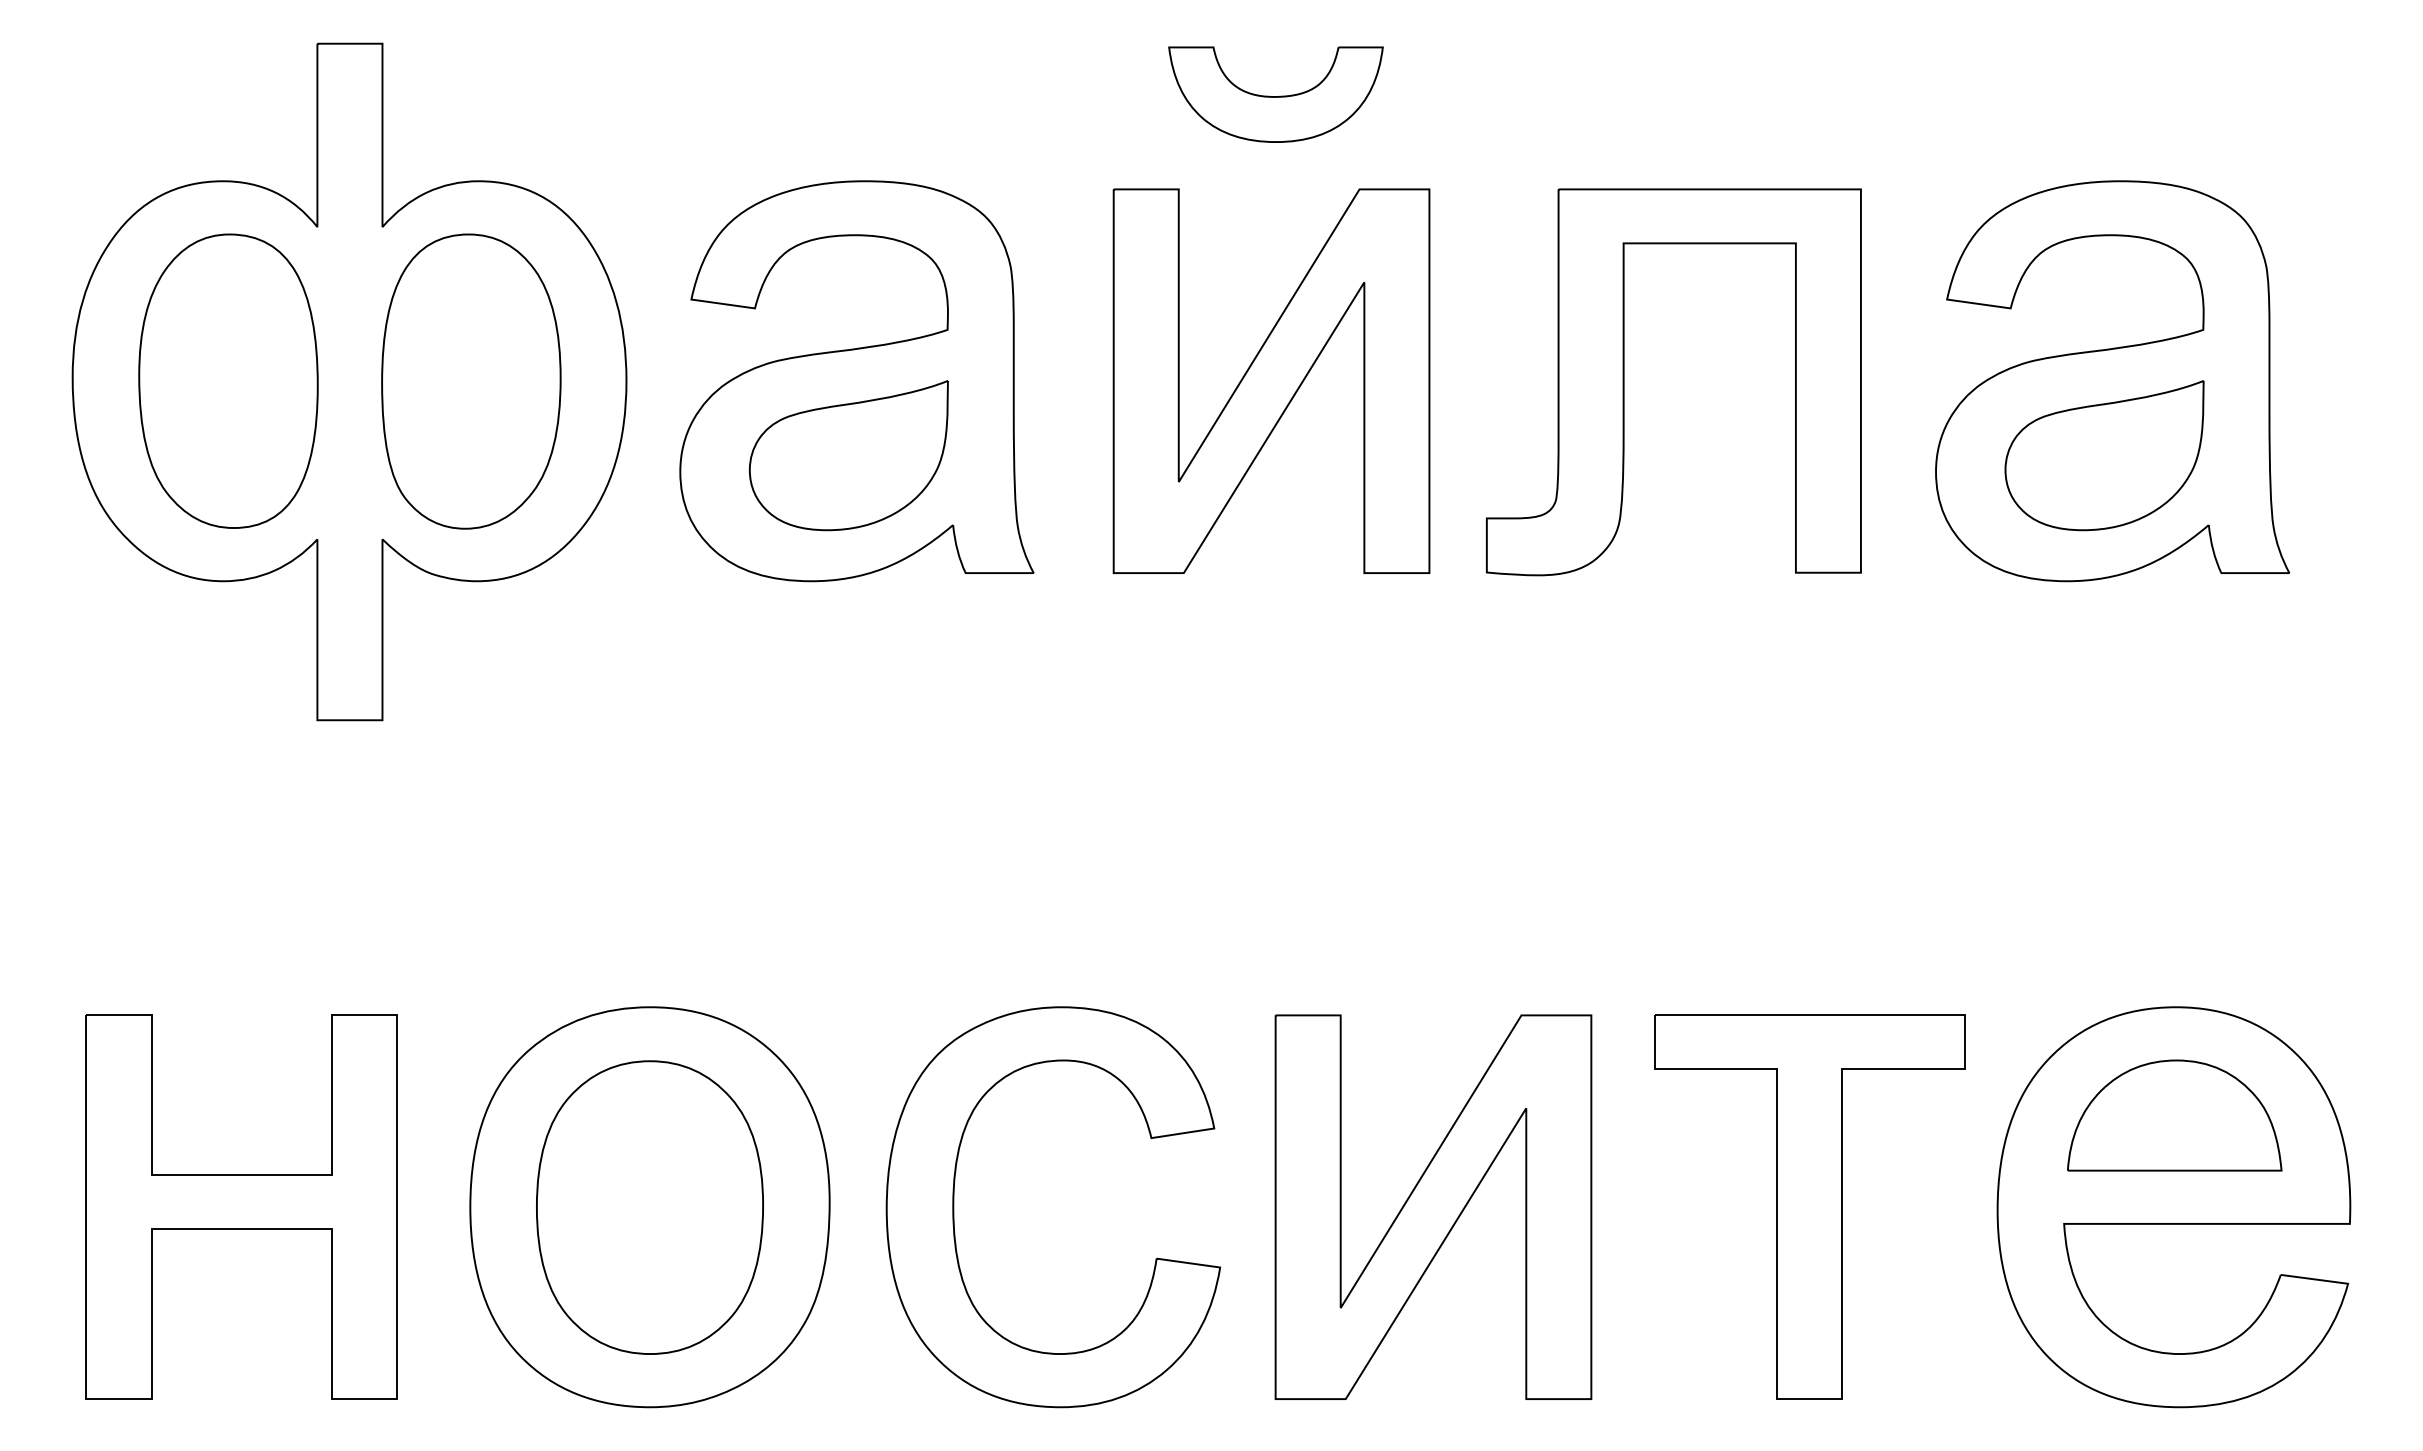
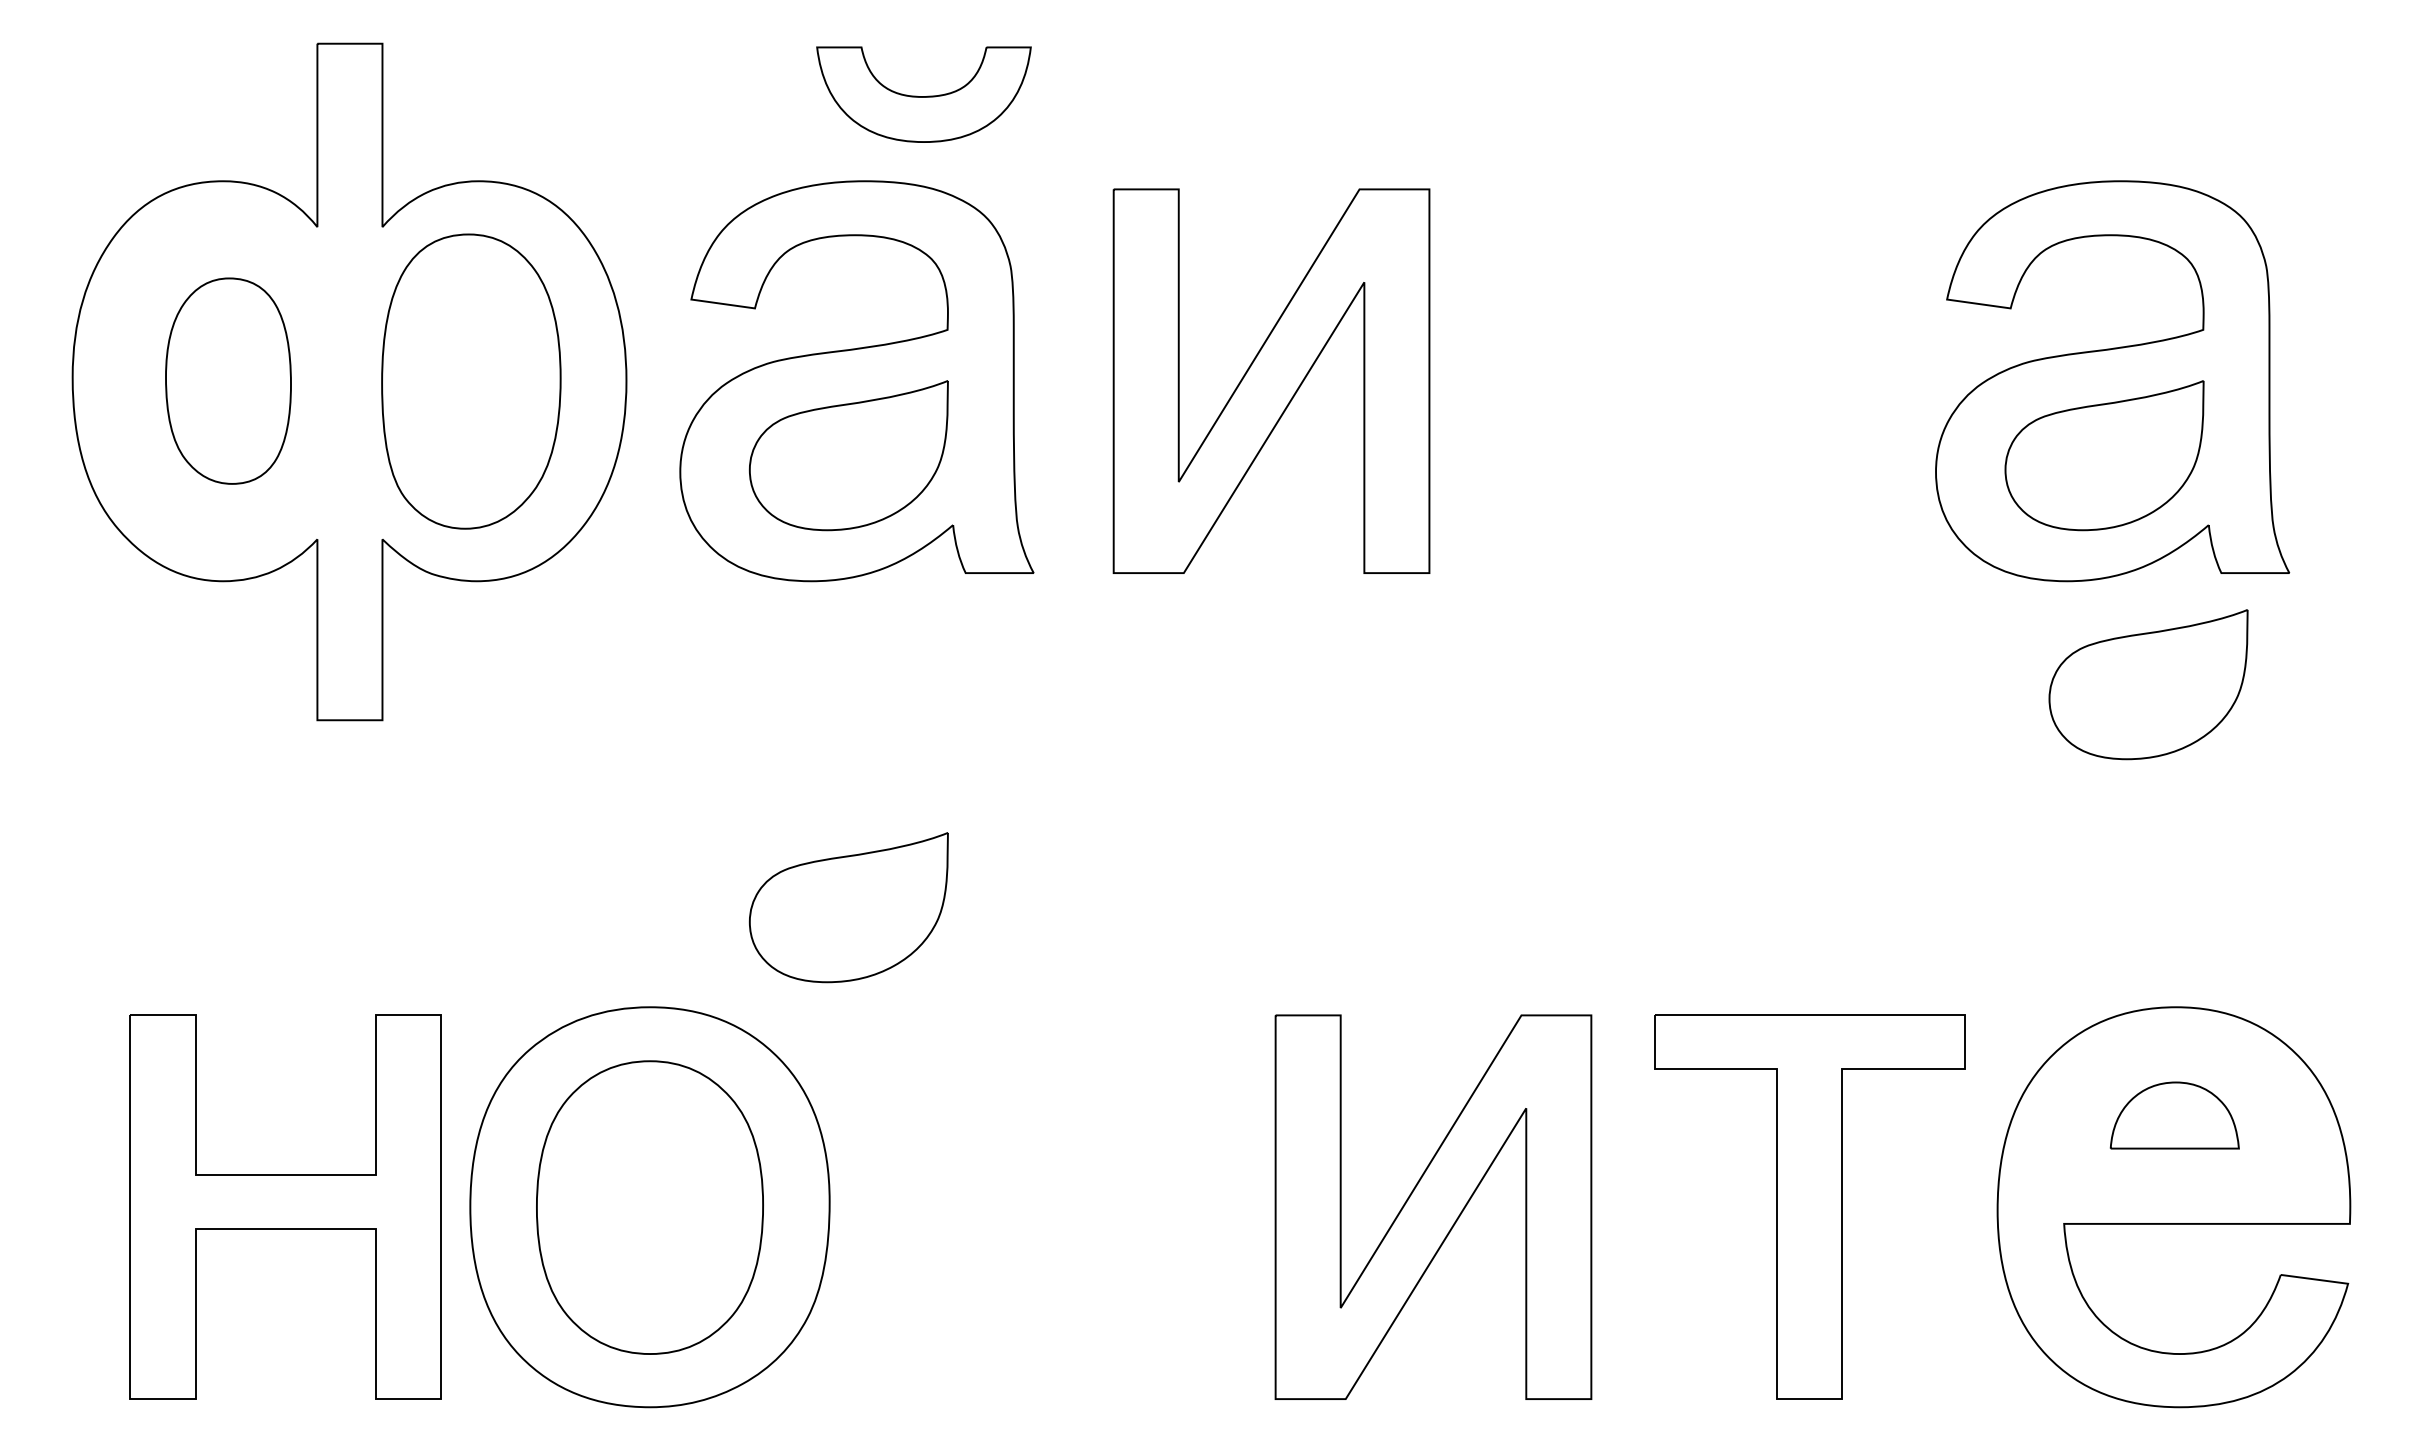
part at (1275, 94) position: (1275, 94) -> (923, 94)
part at (228, 380) size: 181x296 px -> 127x208 px
part at (1624, 382): present -> none
part at (2148, 684): none -> present
part at (848, 907): none -> present
part at (2174, 1115) size: 216x113 px -> 131x69 px
part at (241, 1206) position: (241, 1206) -> (285, 1206)
part at (954, 1207): present -> none
